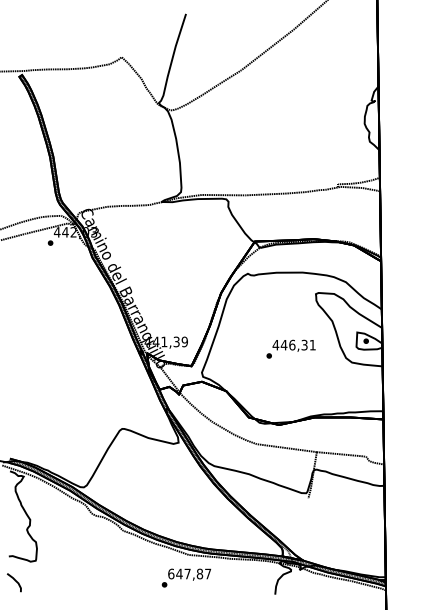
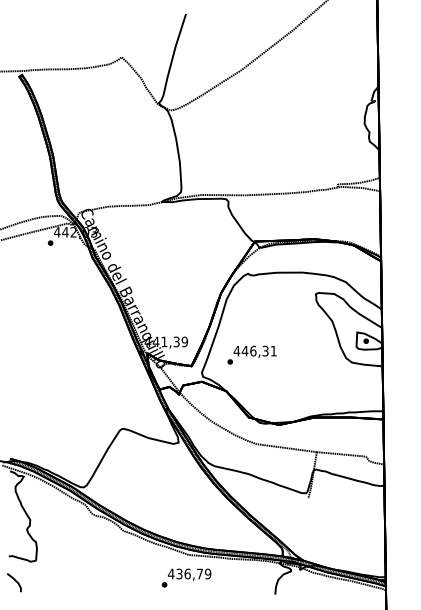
text at (290, 348) position: (290, 348) -> (251, 354)
text at (189, 573): 647,87 -> 436,79
